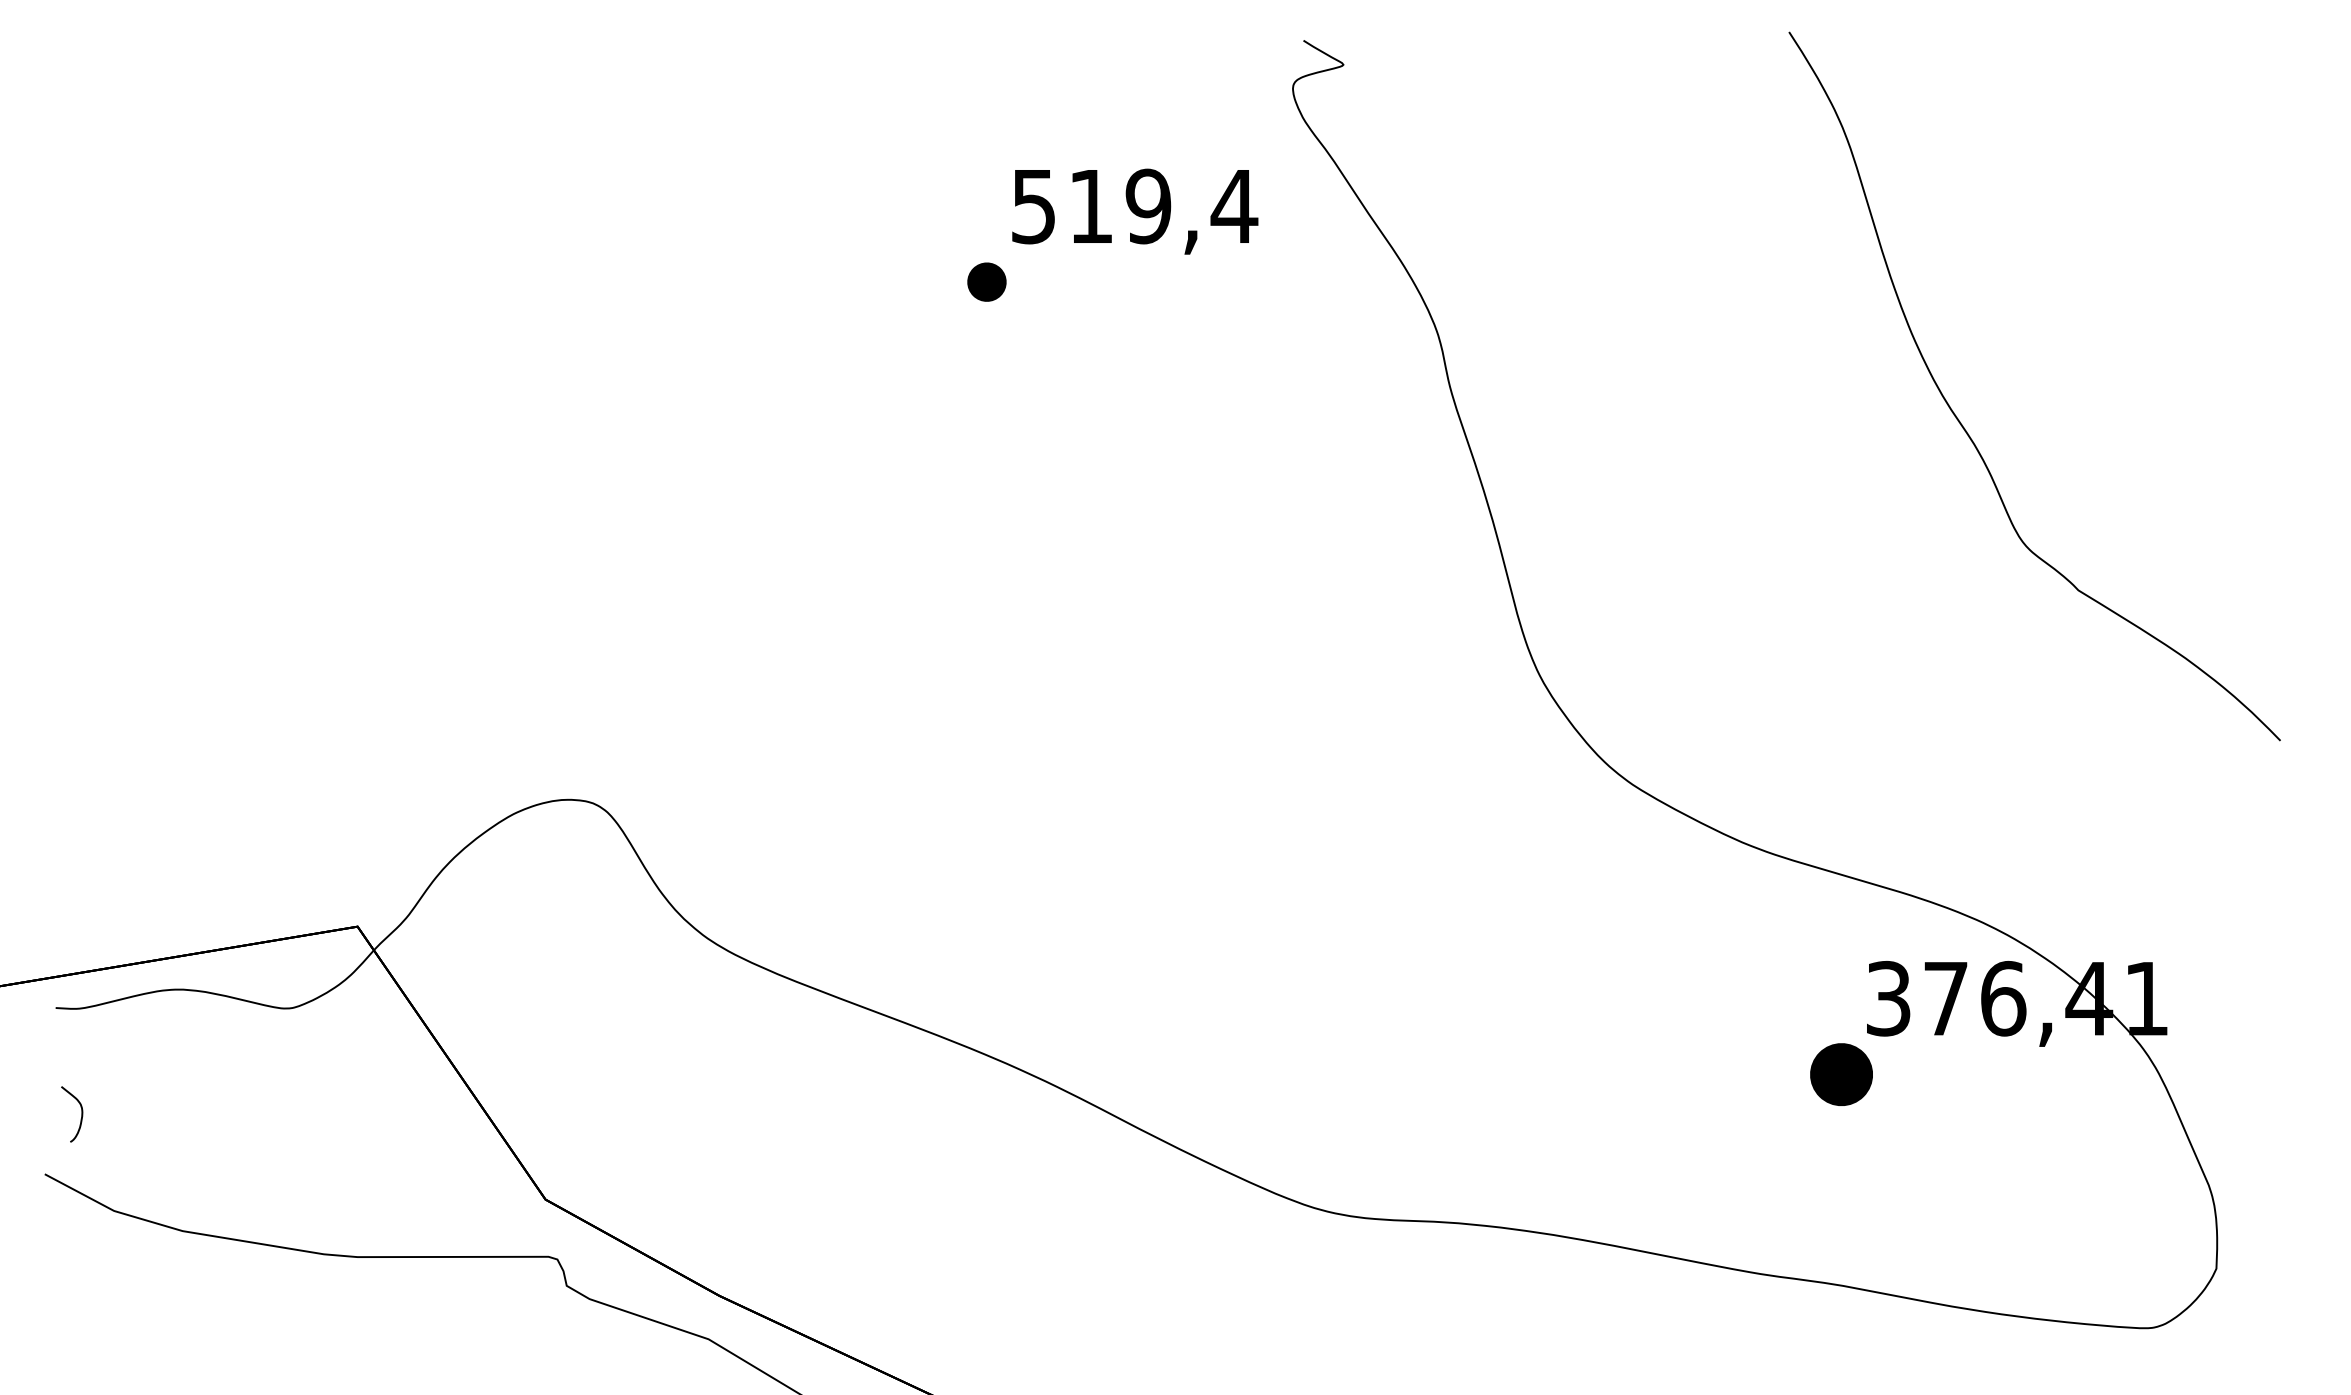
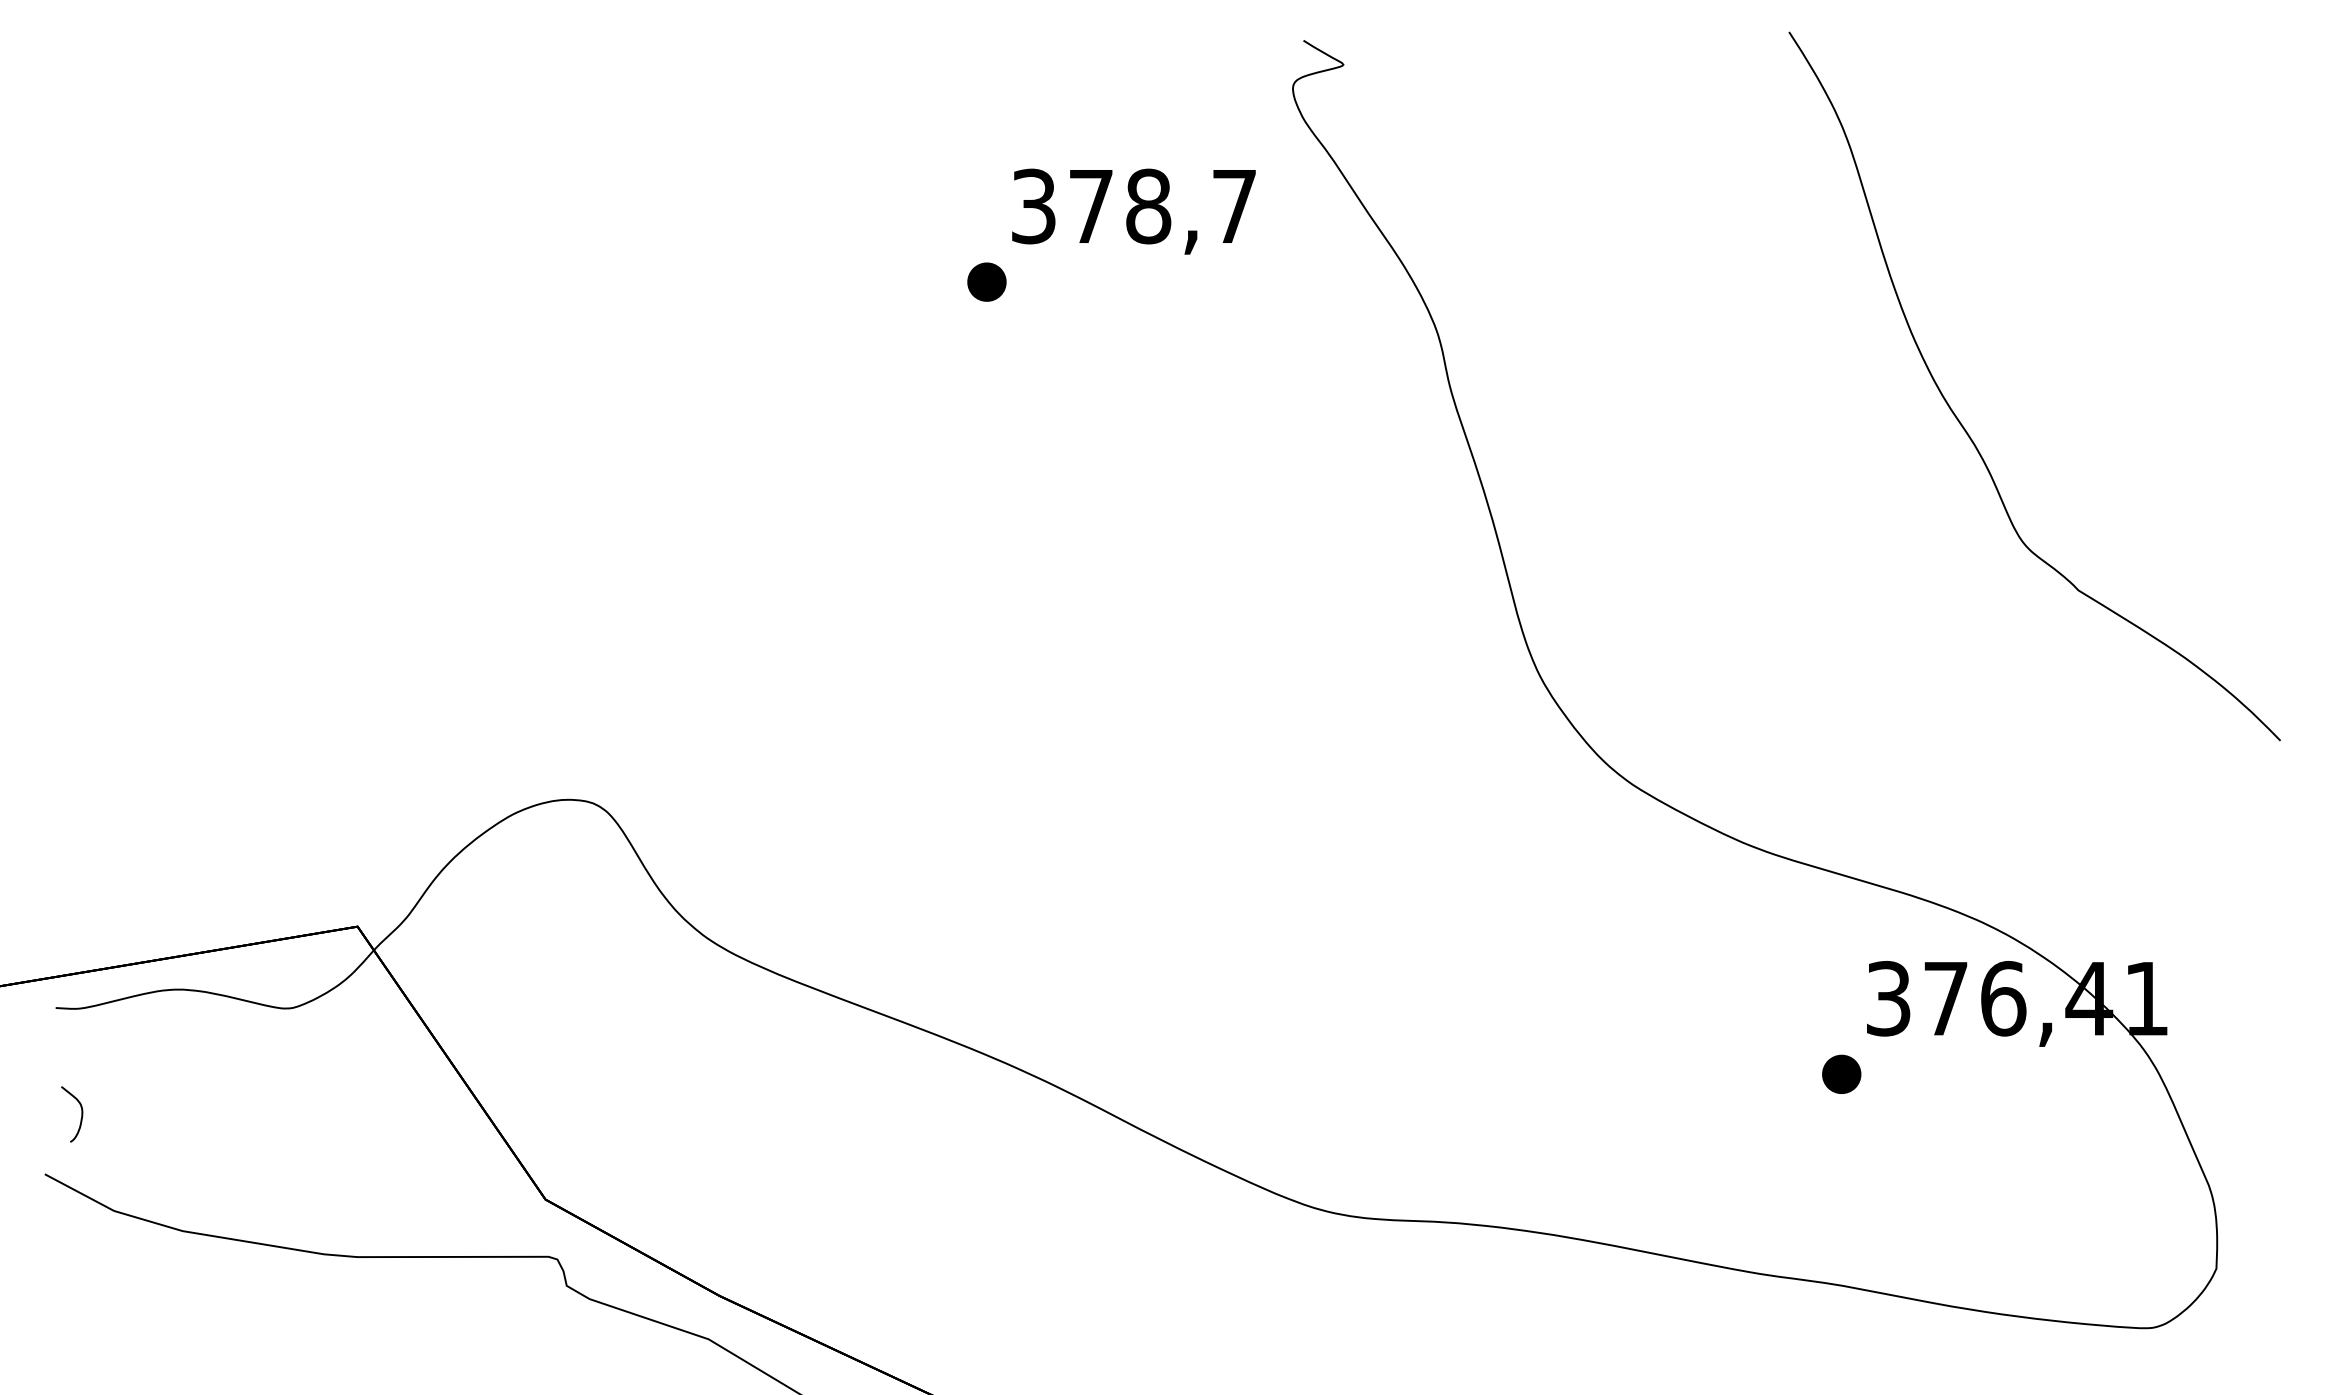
text at (1135, 206): 519,4 -> 378,7
part at (1841, 1074) size: 63x63 px -> 40x40 px
